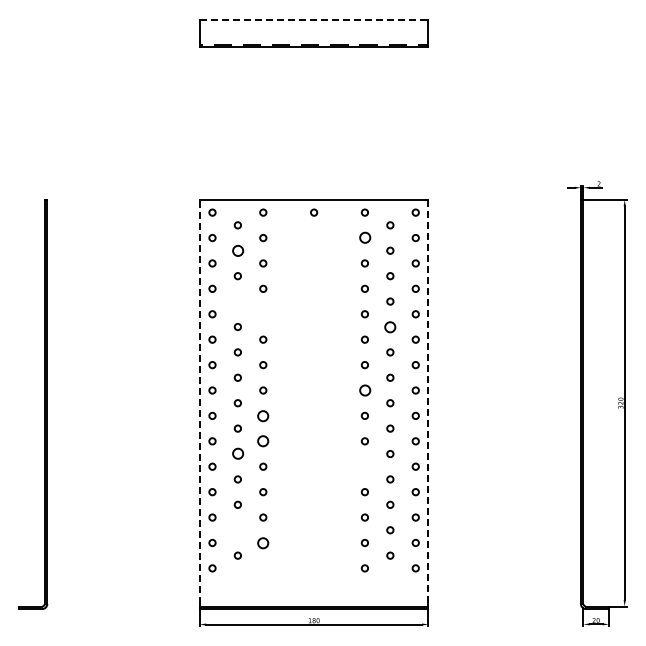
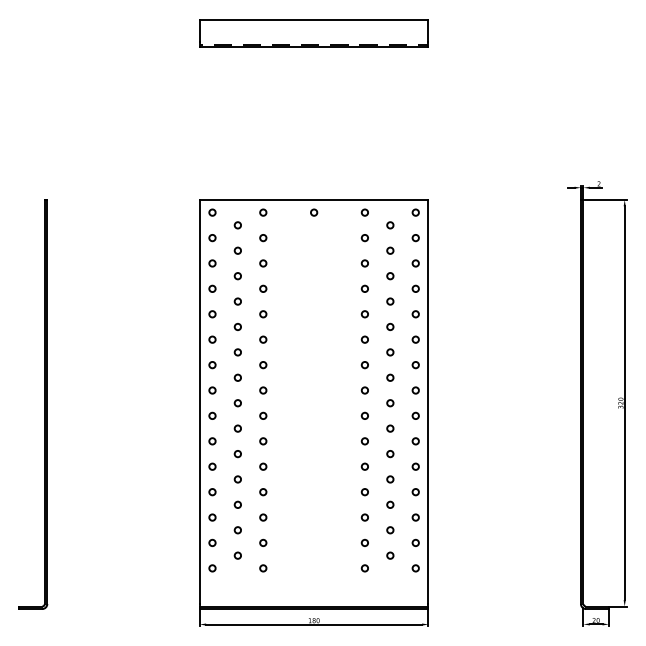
line at (314, 19): dashed -> solid
circle at (365, 237) size: 13x13 px -> 9x9 px
circle at (238, 250) size: 13x12 px -> 9x9 px
circle at (237, 301): none -> present
circle at (263, 314): none -> present
circle at (390, 327) size: 13x13 px -> 9x9 px
circle at (365, 390) size: 13x13 px -> 9x9 px
line at (199, 401): dashed -> solid
line at (428, 402): dashed -> solid
circle at (263, 416) size: 13x13 px -> 9x9 px
circle at (263, 441) size: 13x13 px -> 9x9 px
circle at (238, 453) size: 13x13 px -> 9x9 px
circle at (364, 466): none -> present
circle at (237, 530): none -> present
circle at (263, 543) size: 13x13 px -> 9x9 px
circle at (263, 568): none -> present
